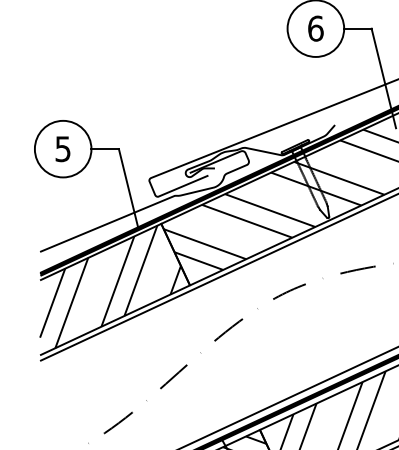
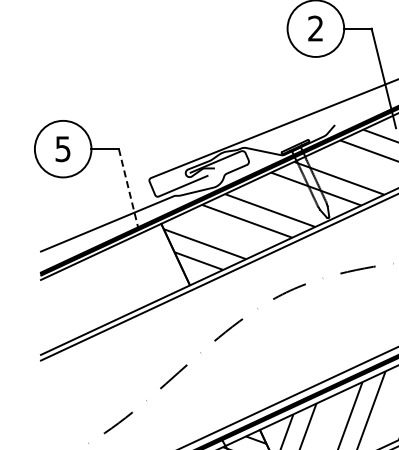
text at (315, 28): 6 -> 2
line at (128, 188): solid -> dashed
hatch at (110, 286): present -> none
